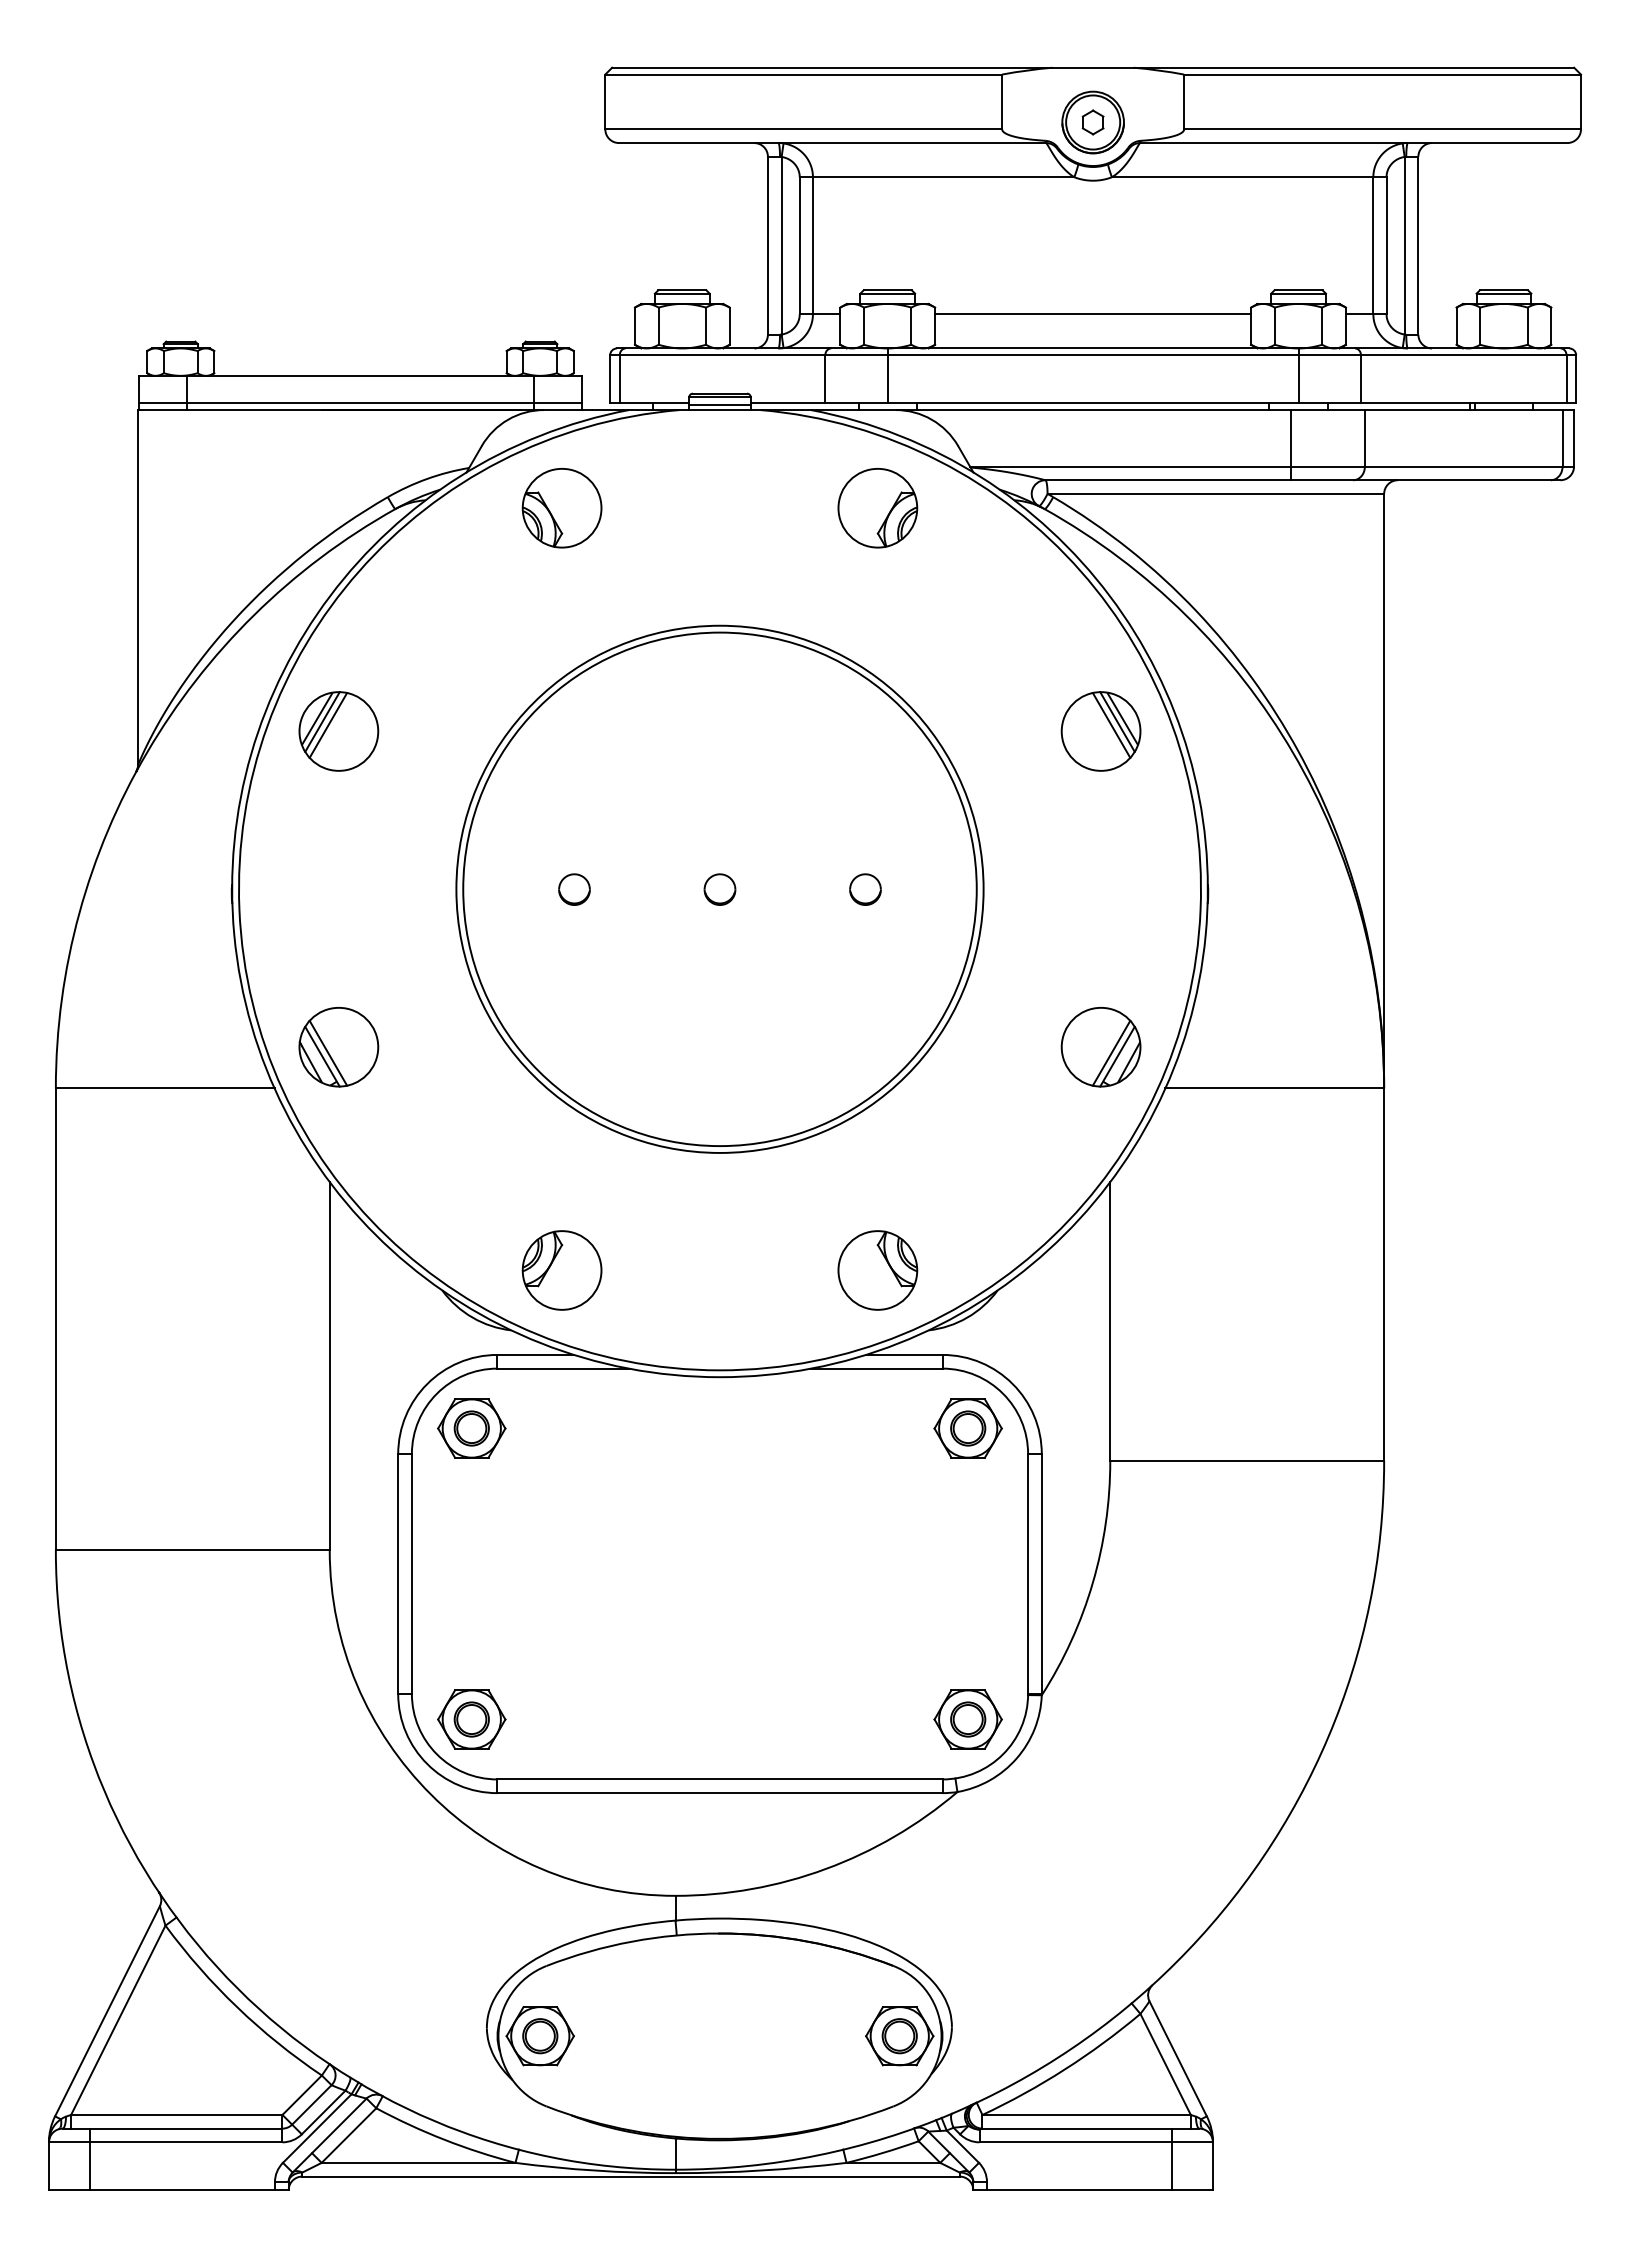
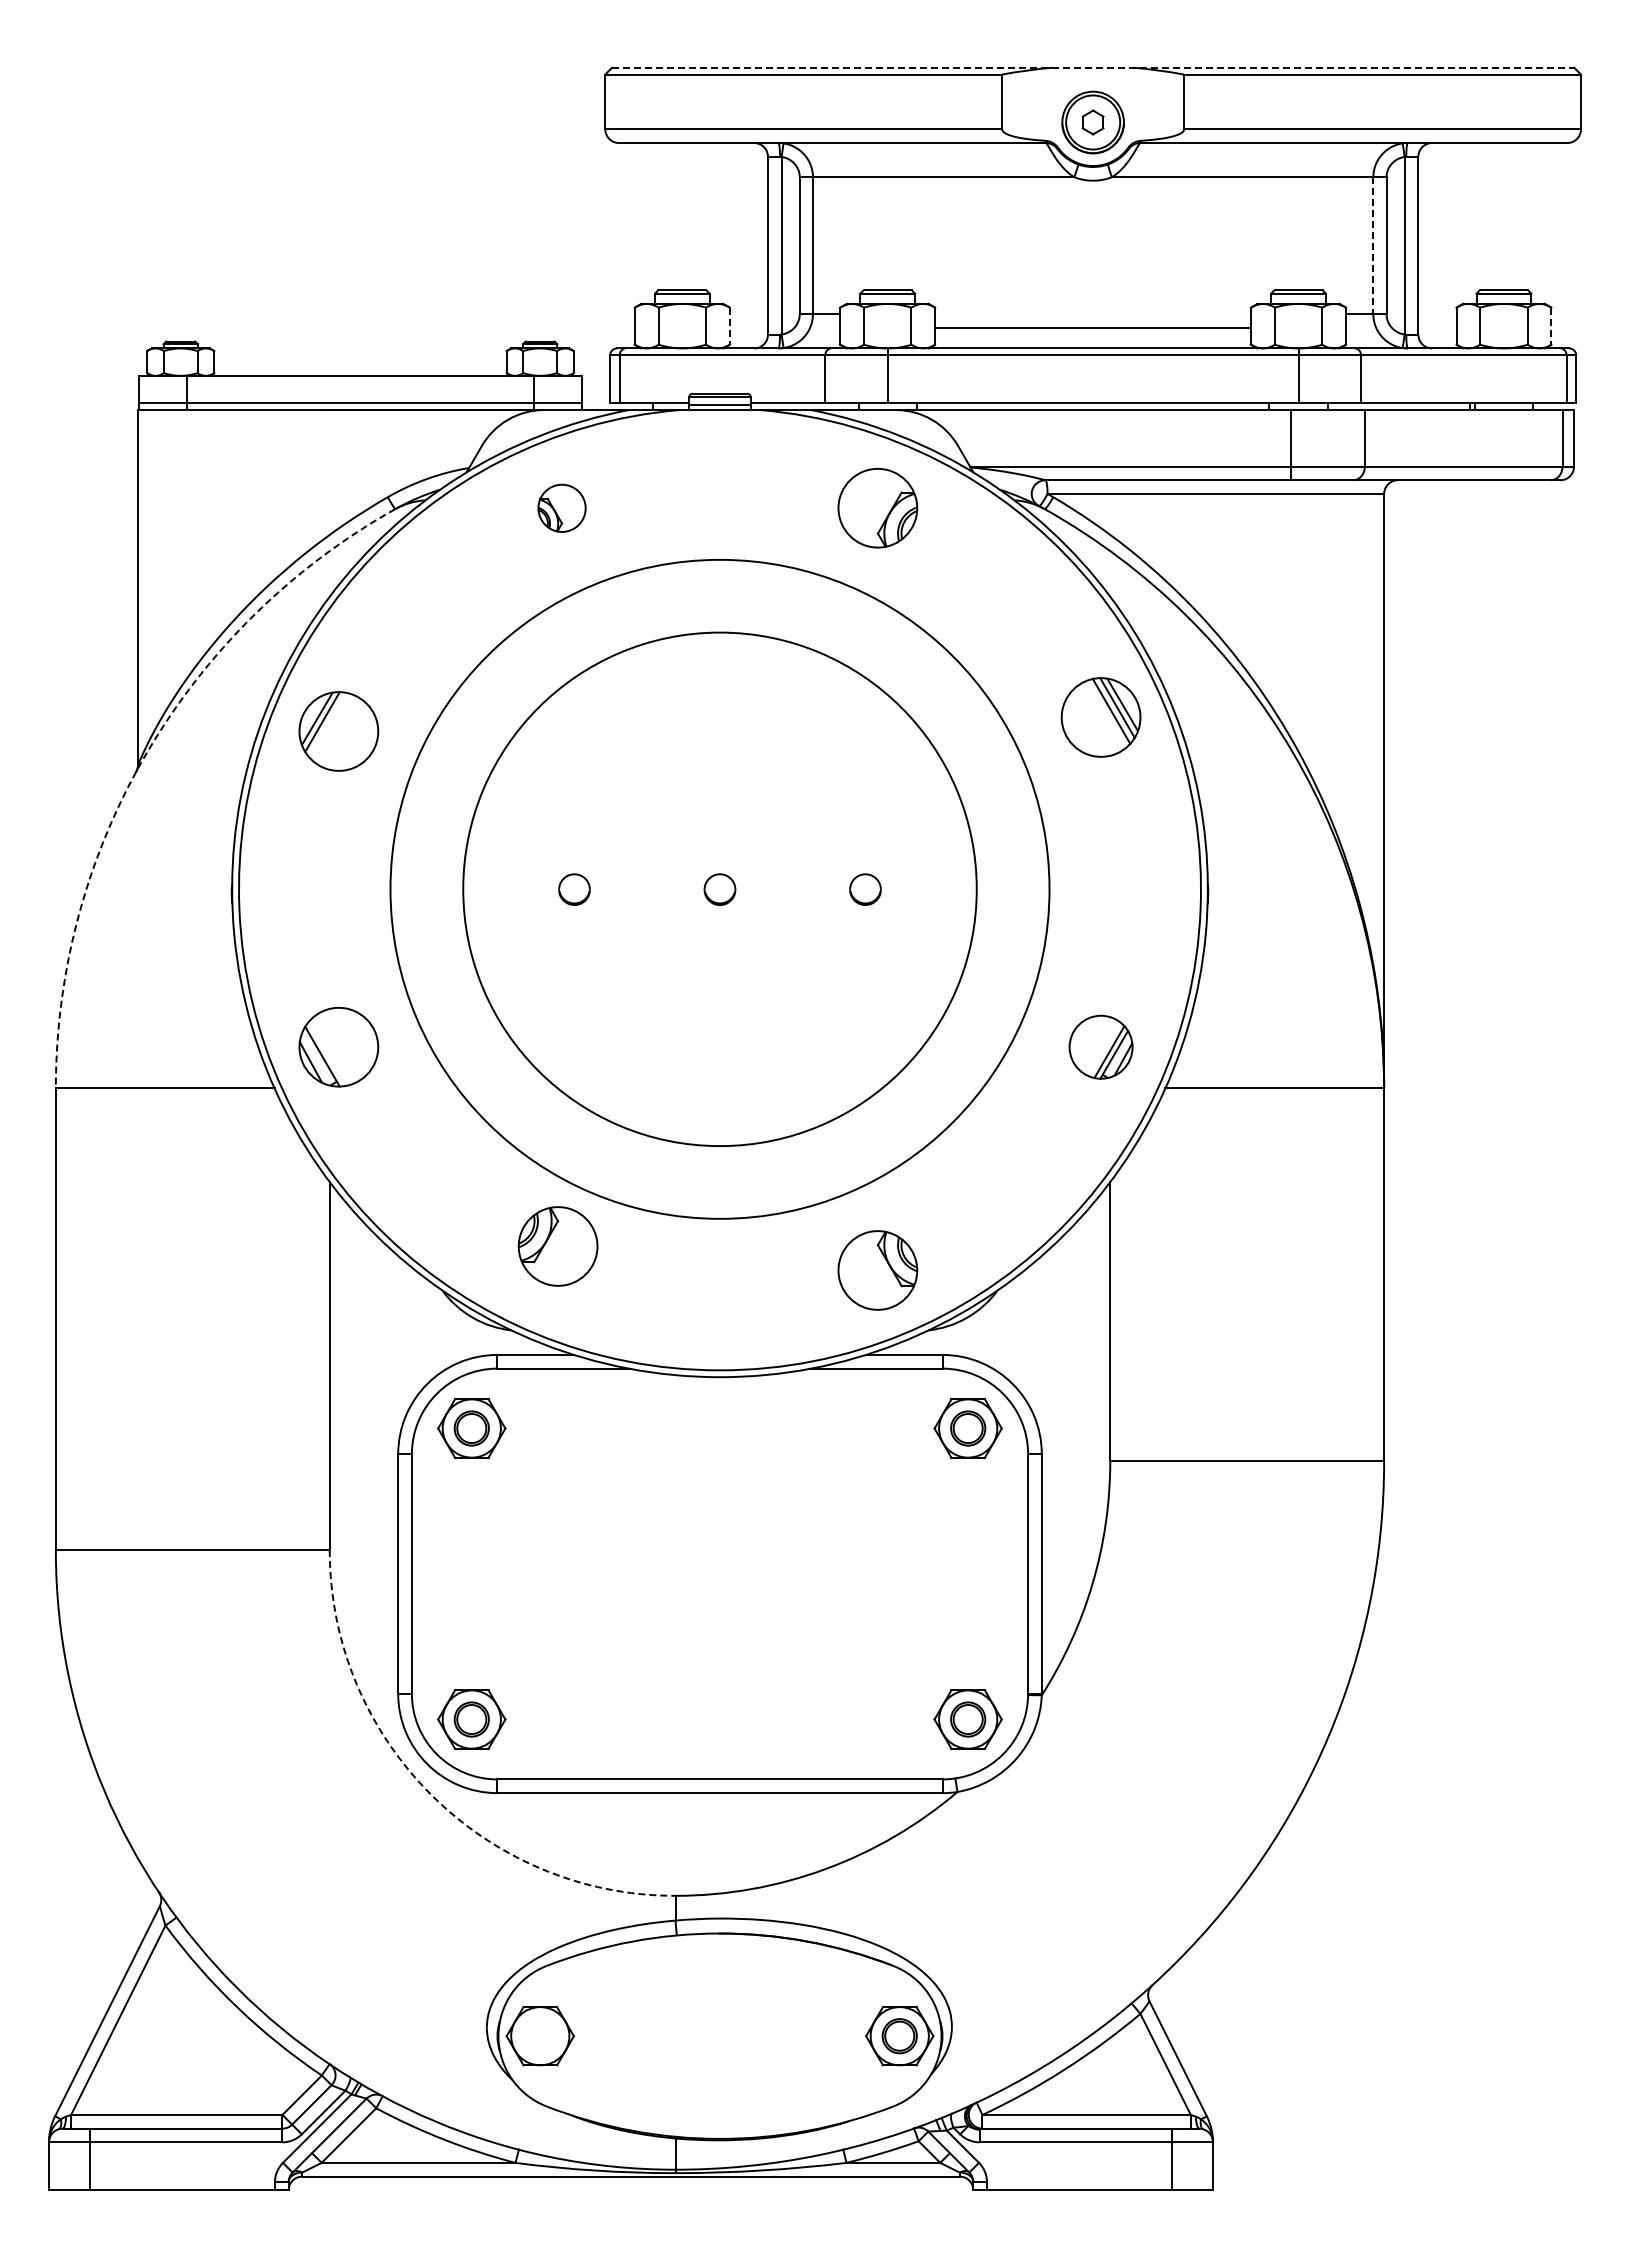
line at (1093, 67): solid -> dashed
line at (1373, 246): solid -> dashed
line at (1093, 314) position: (1093, 314) -> (1093, 328)
line at (729, 326): solid -> dashed
line at (1551, 326): solid -> dashed
part at (561, 508) size: 82x81 px -> 50x50 px
line at (328, 724): present -> none
part at (1100, 731) position: (1100, 731) -> (1100, 717)
arc at (146, 752): solid -> dashed
circle at (719, 888) diameter: 527 px -> 659 px
part at (1100, 1047) size: 82x81 px -> 66x66 px
line at (328, 1052): present -> none
part at (561, 1270) position: (561, 1270) -> (557, 1246)
arc at (431, 1794): solid -> dashed
part at (540, 2036): present -> none
